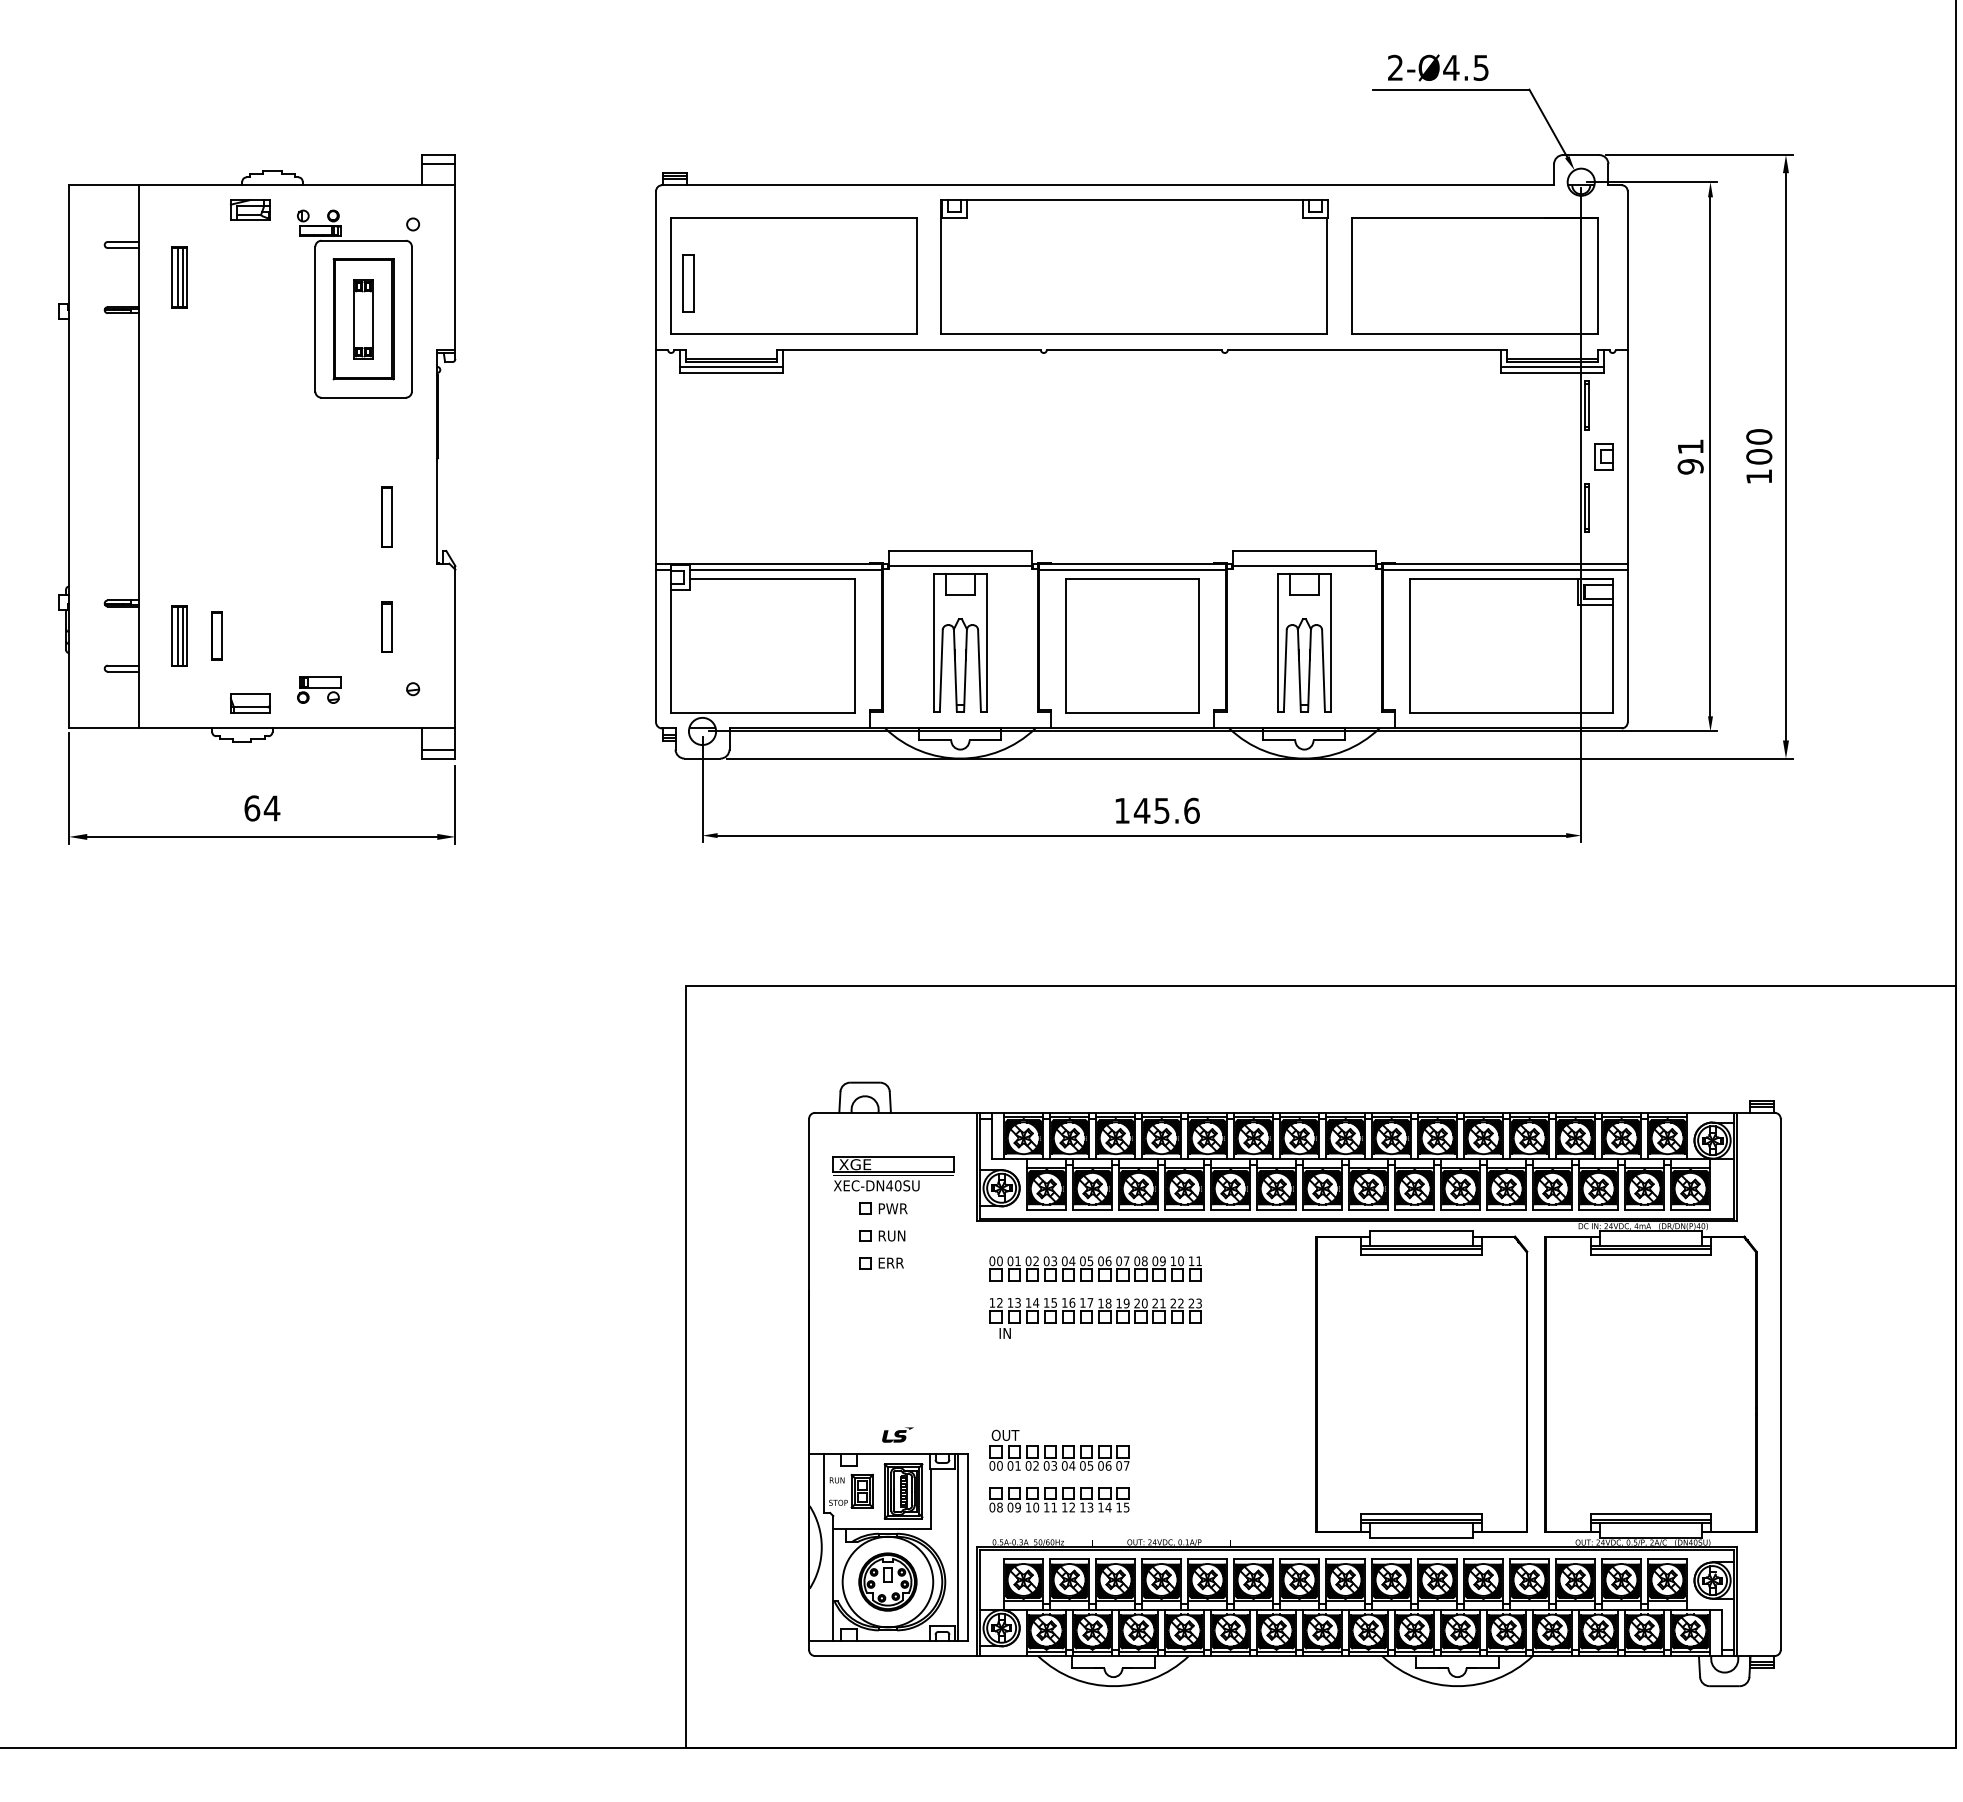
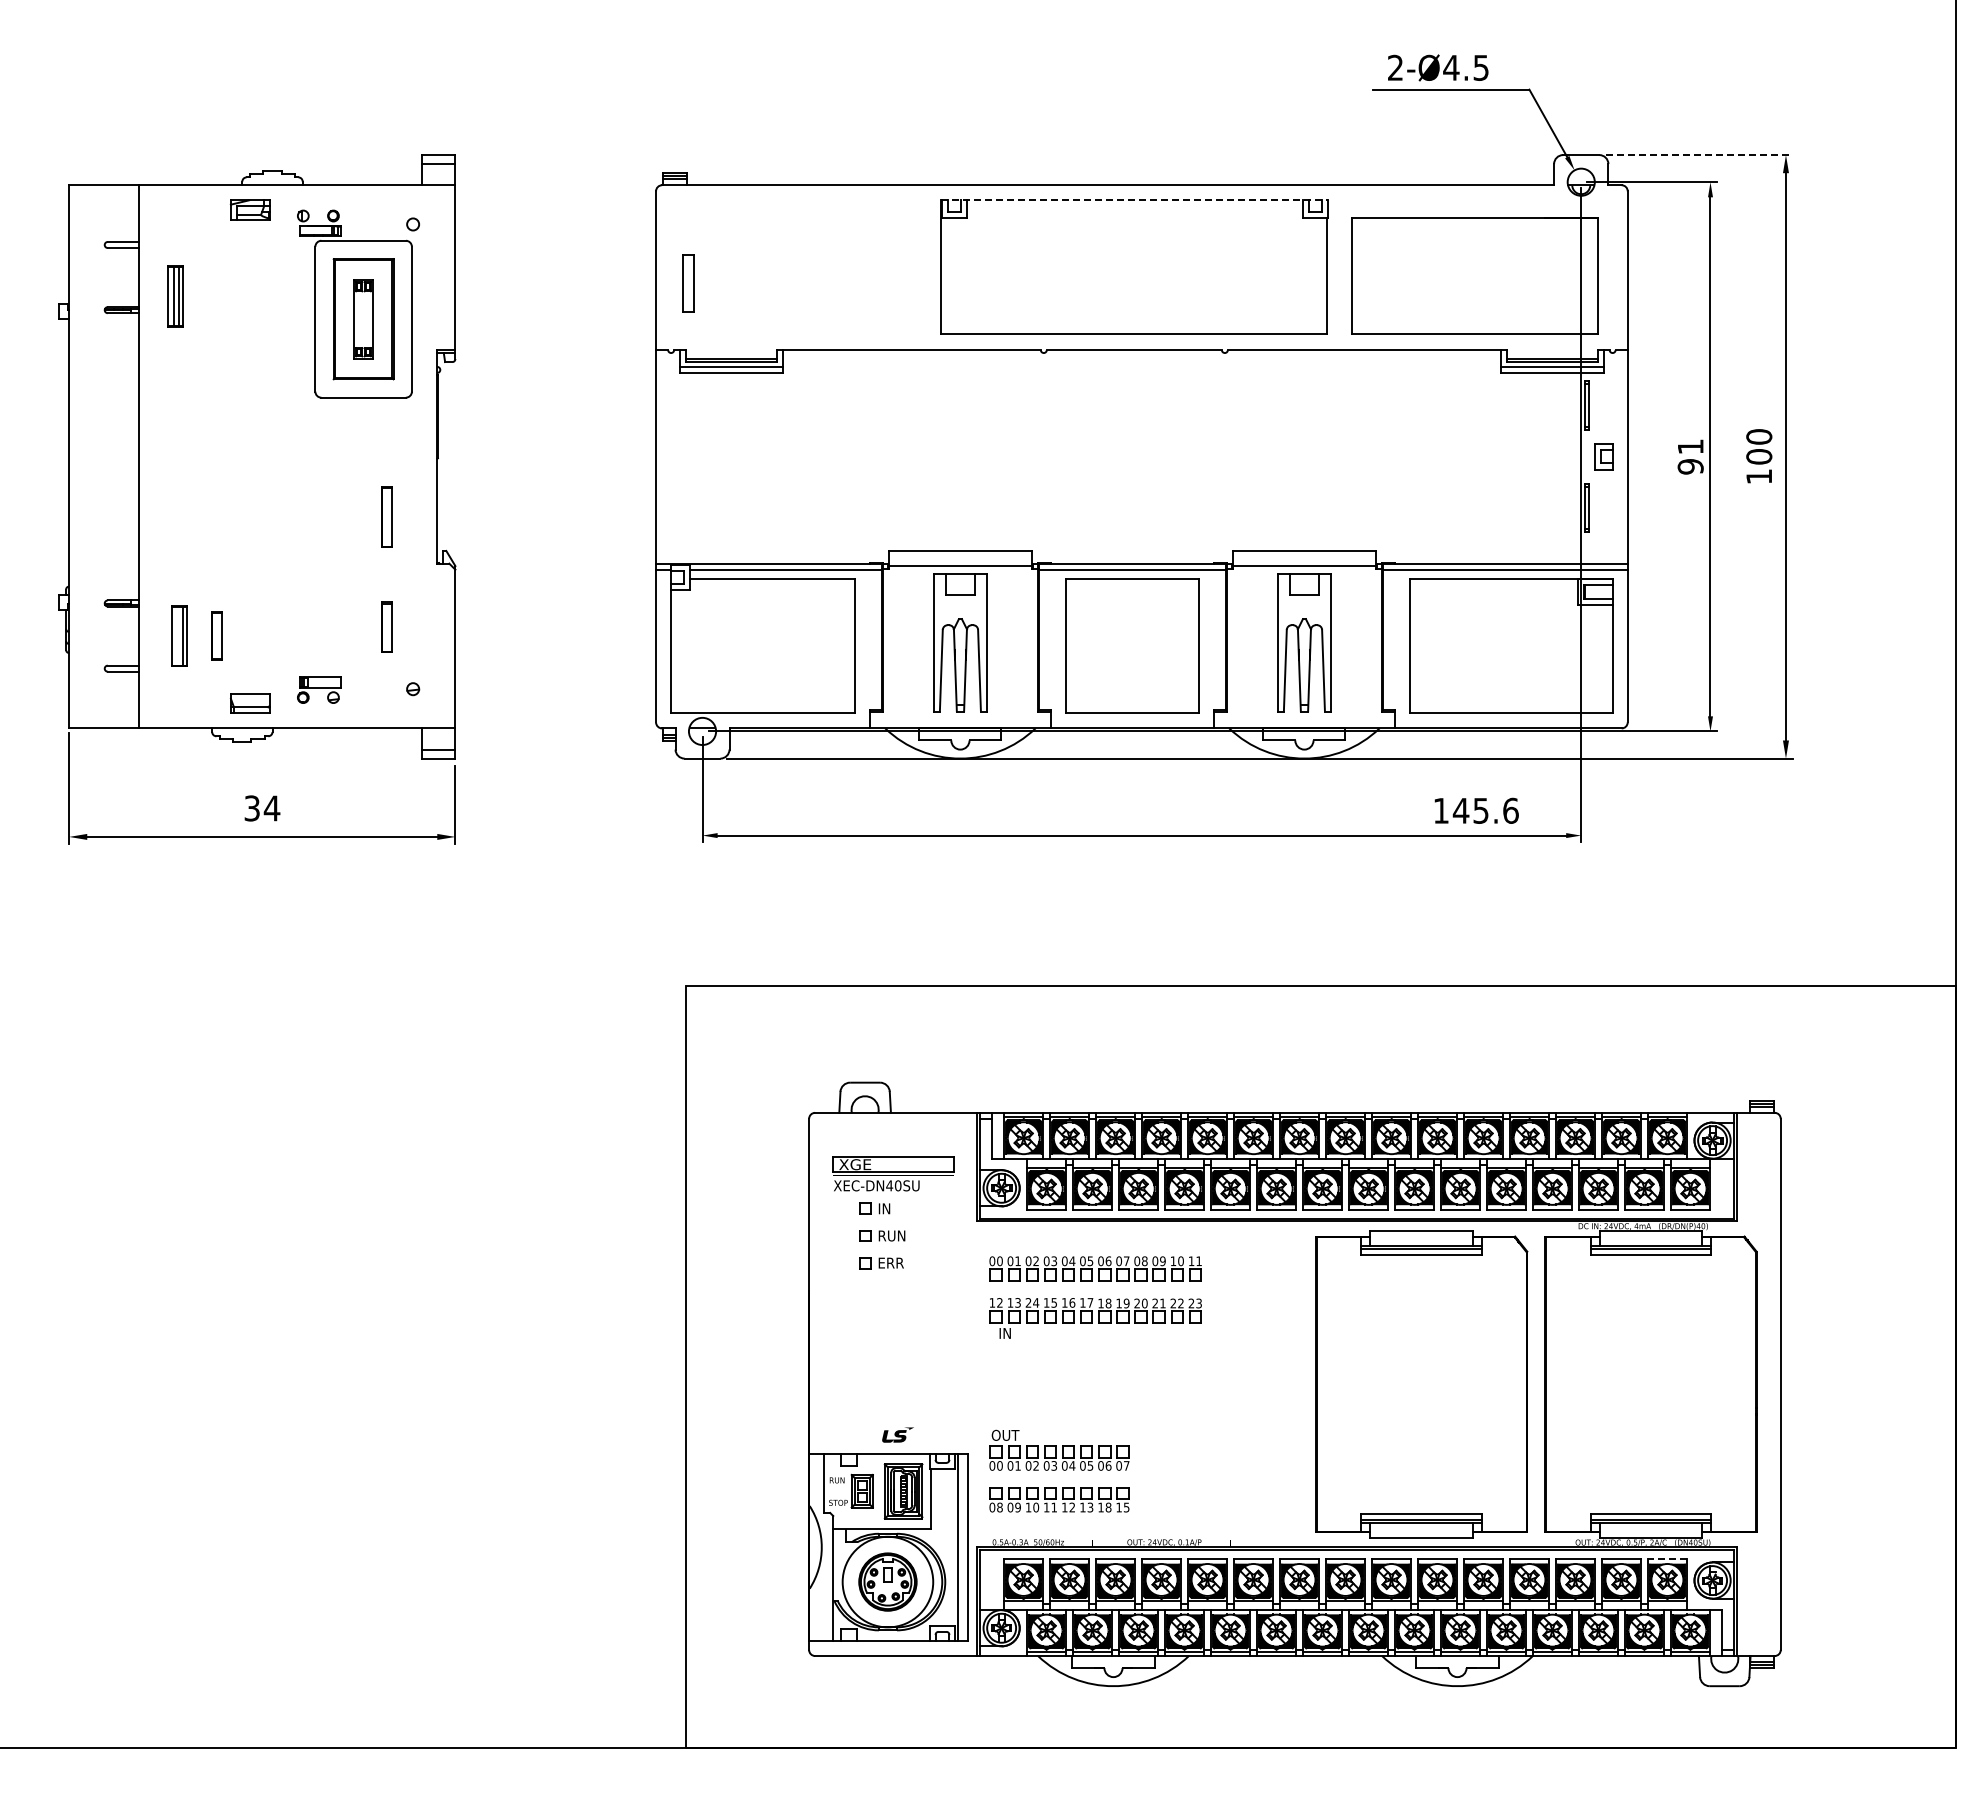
line at (1699, 155): solid -> dashed
line at (1135, 200): solid -> dashed
part at (793, 275): present -> none
part at (179, 277) position: (179, 277) -> (175, 296)
line at (178, 635): present -> none
text at (252, 808): 64 -> 34
text at (1157, 810) position: (1157, 810) -> (1476, 810)
text at (893, 1208): PWR -> IN
text at (1028, 1302): 14 -> 24
text at (1108, 1507): 14 -> 18
line at (1666, 1558): solid -> dashed
